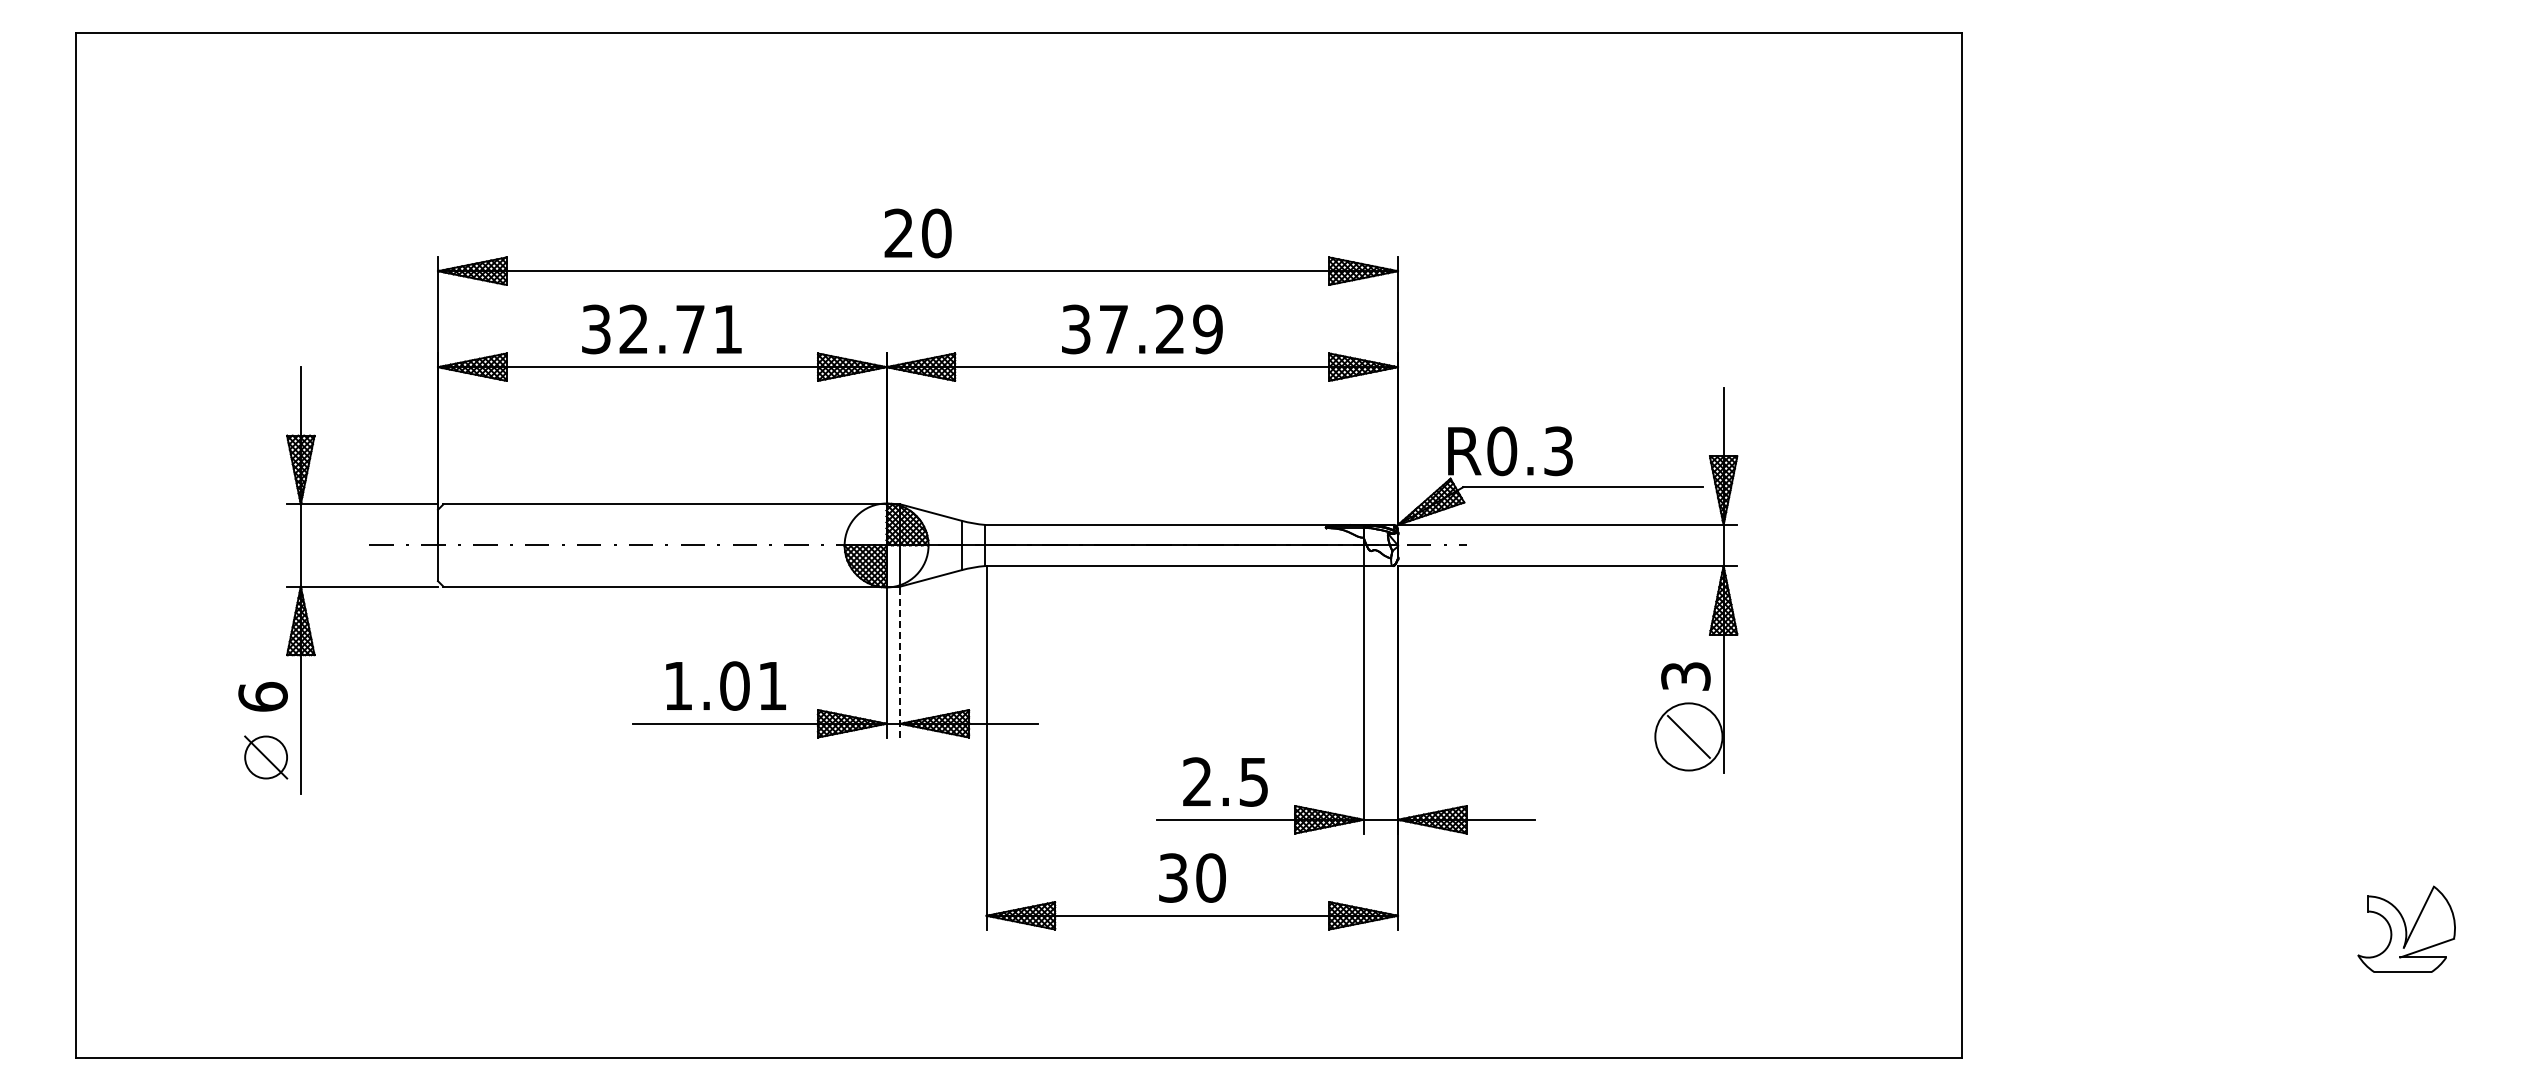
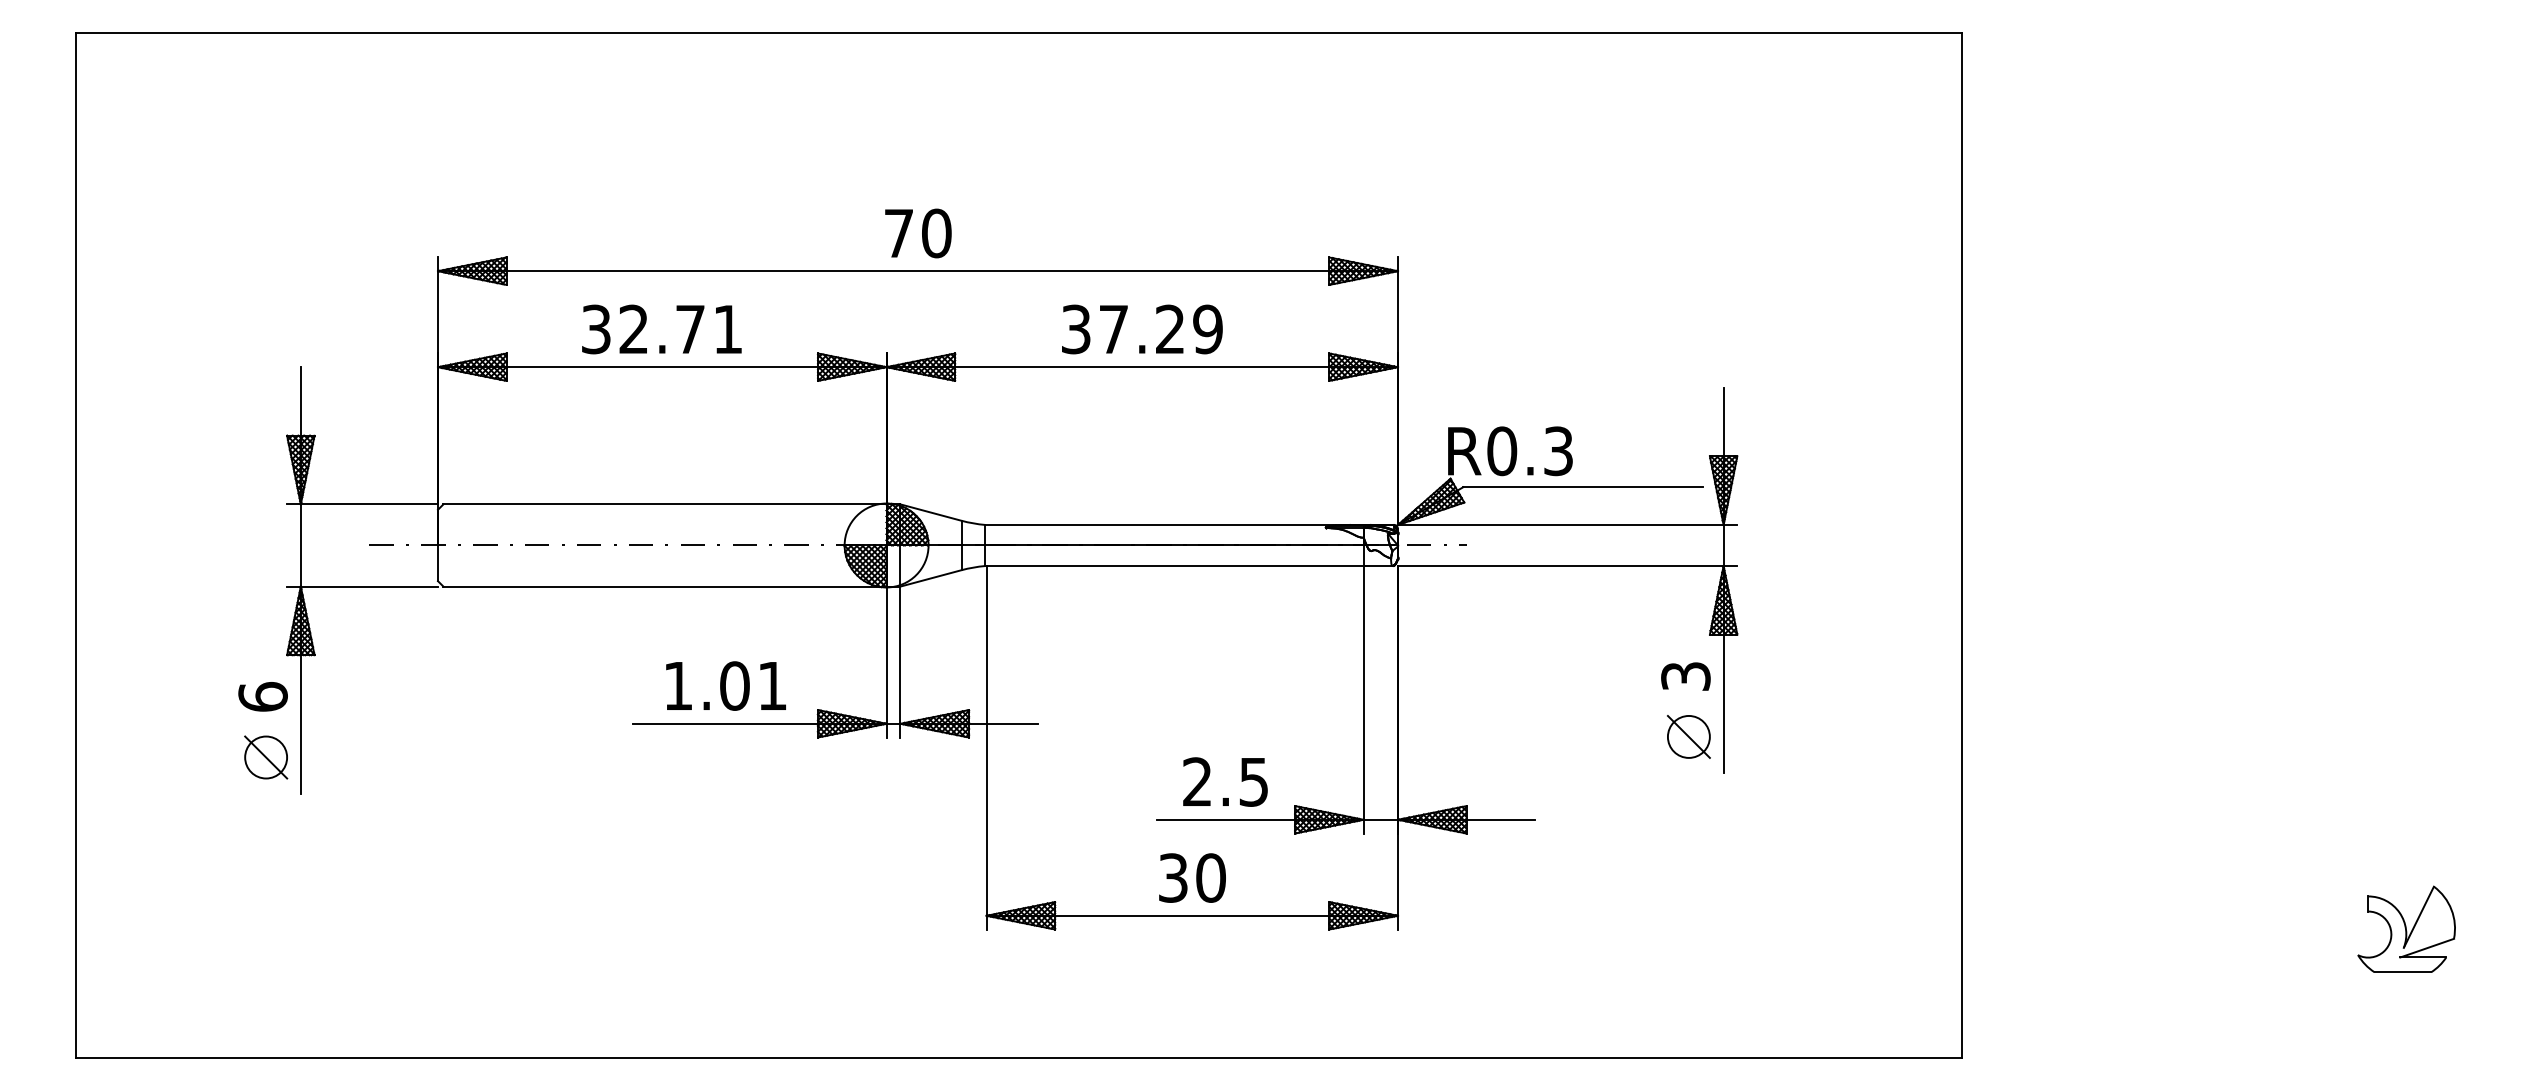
text at (898, 232): 20 -> 70
line at (900, 661): dashed -> solid
circle at (1688, 736) diameter: 67 px -> 42 px
